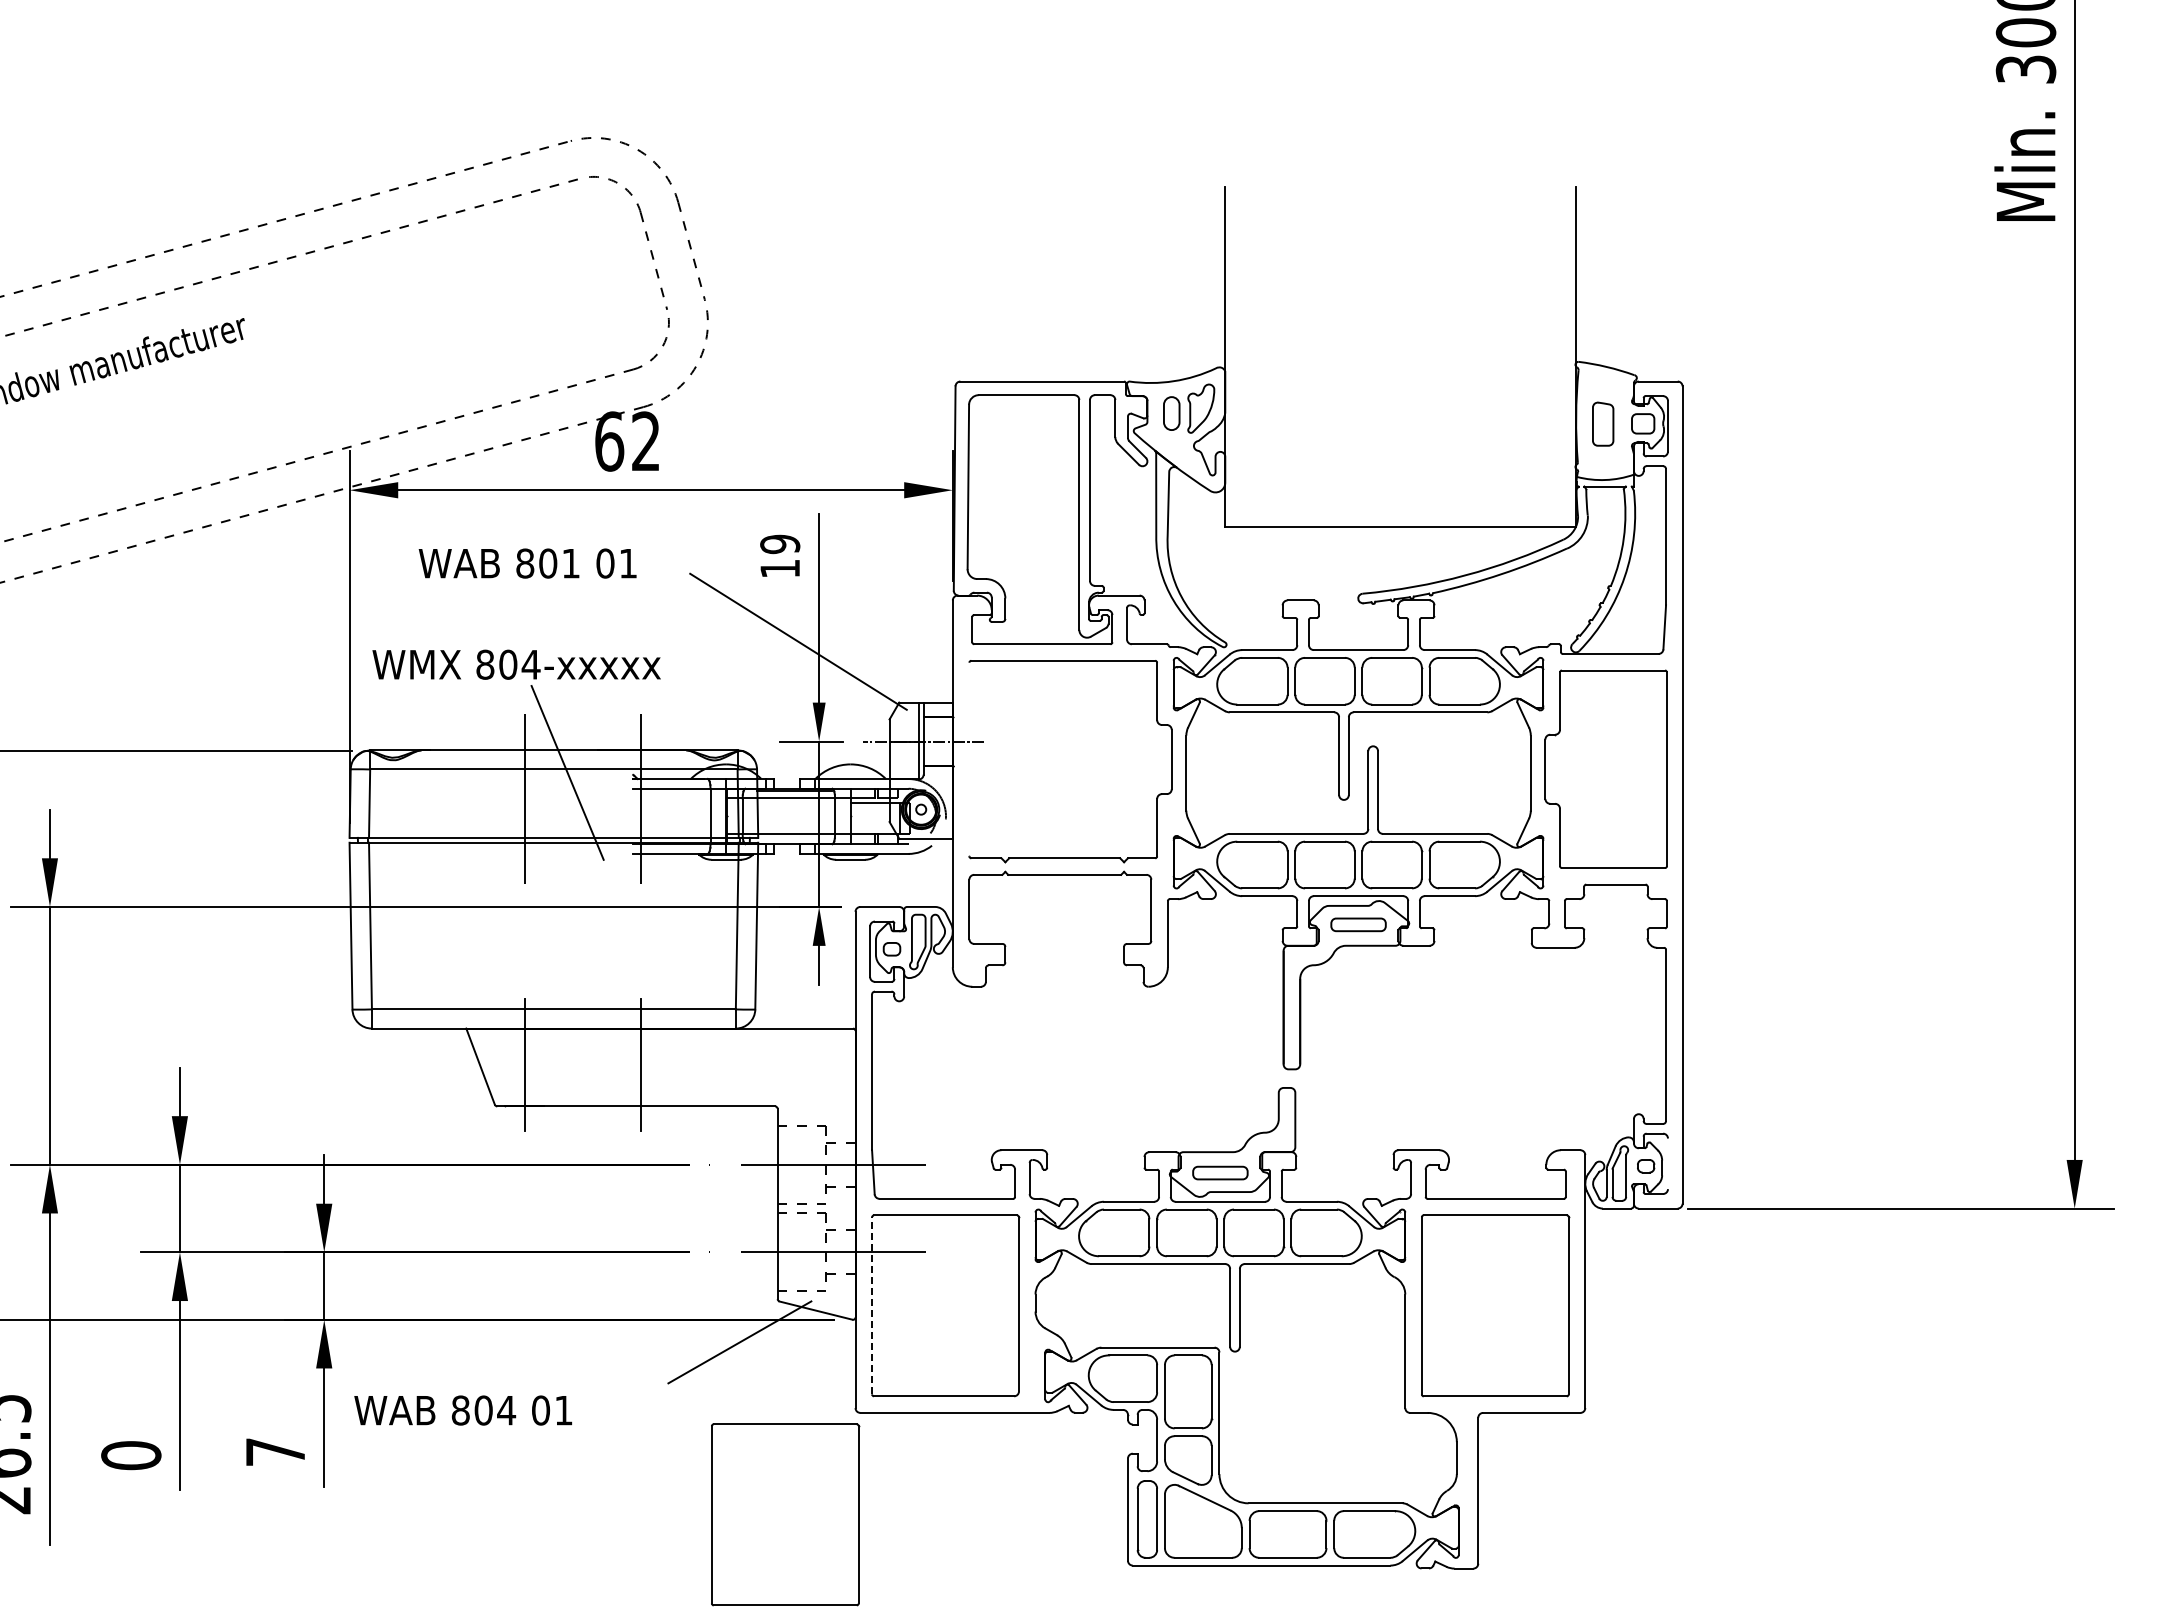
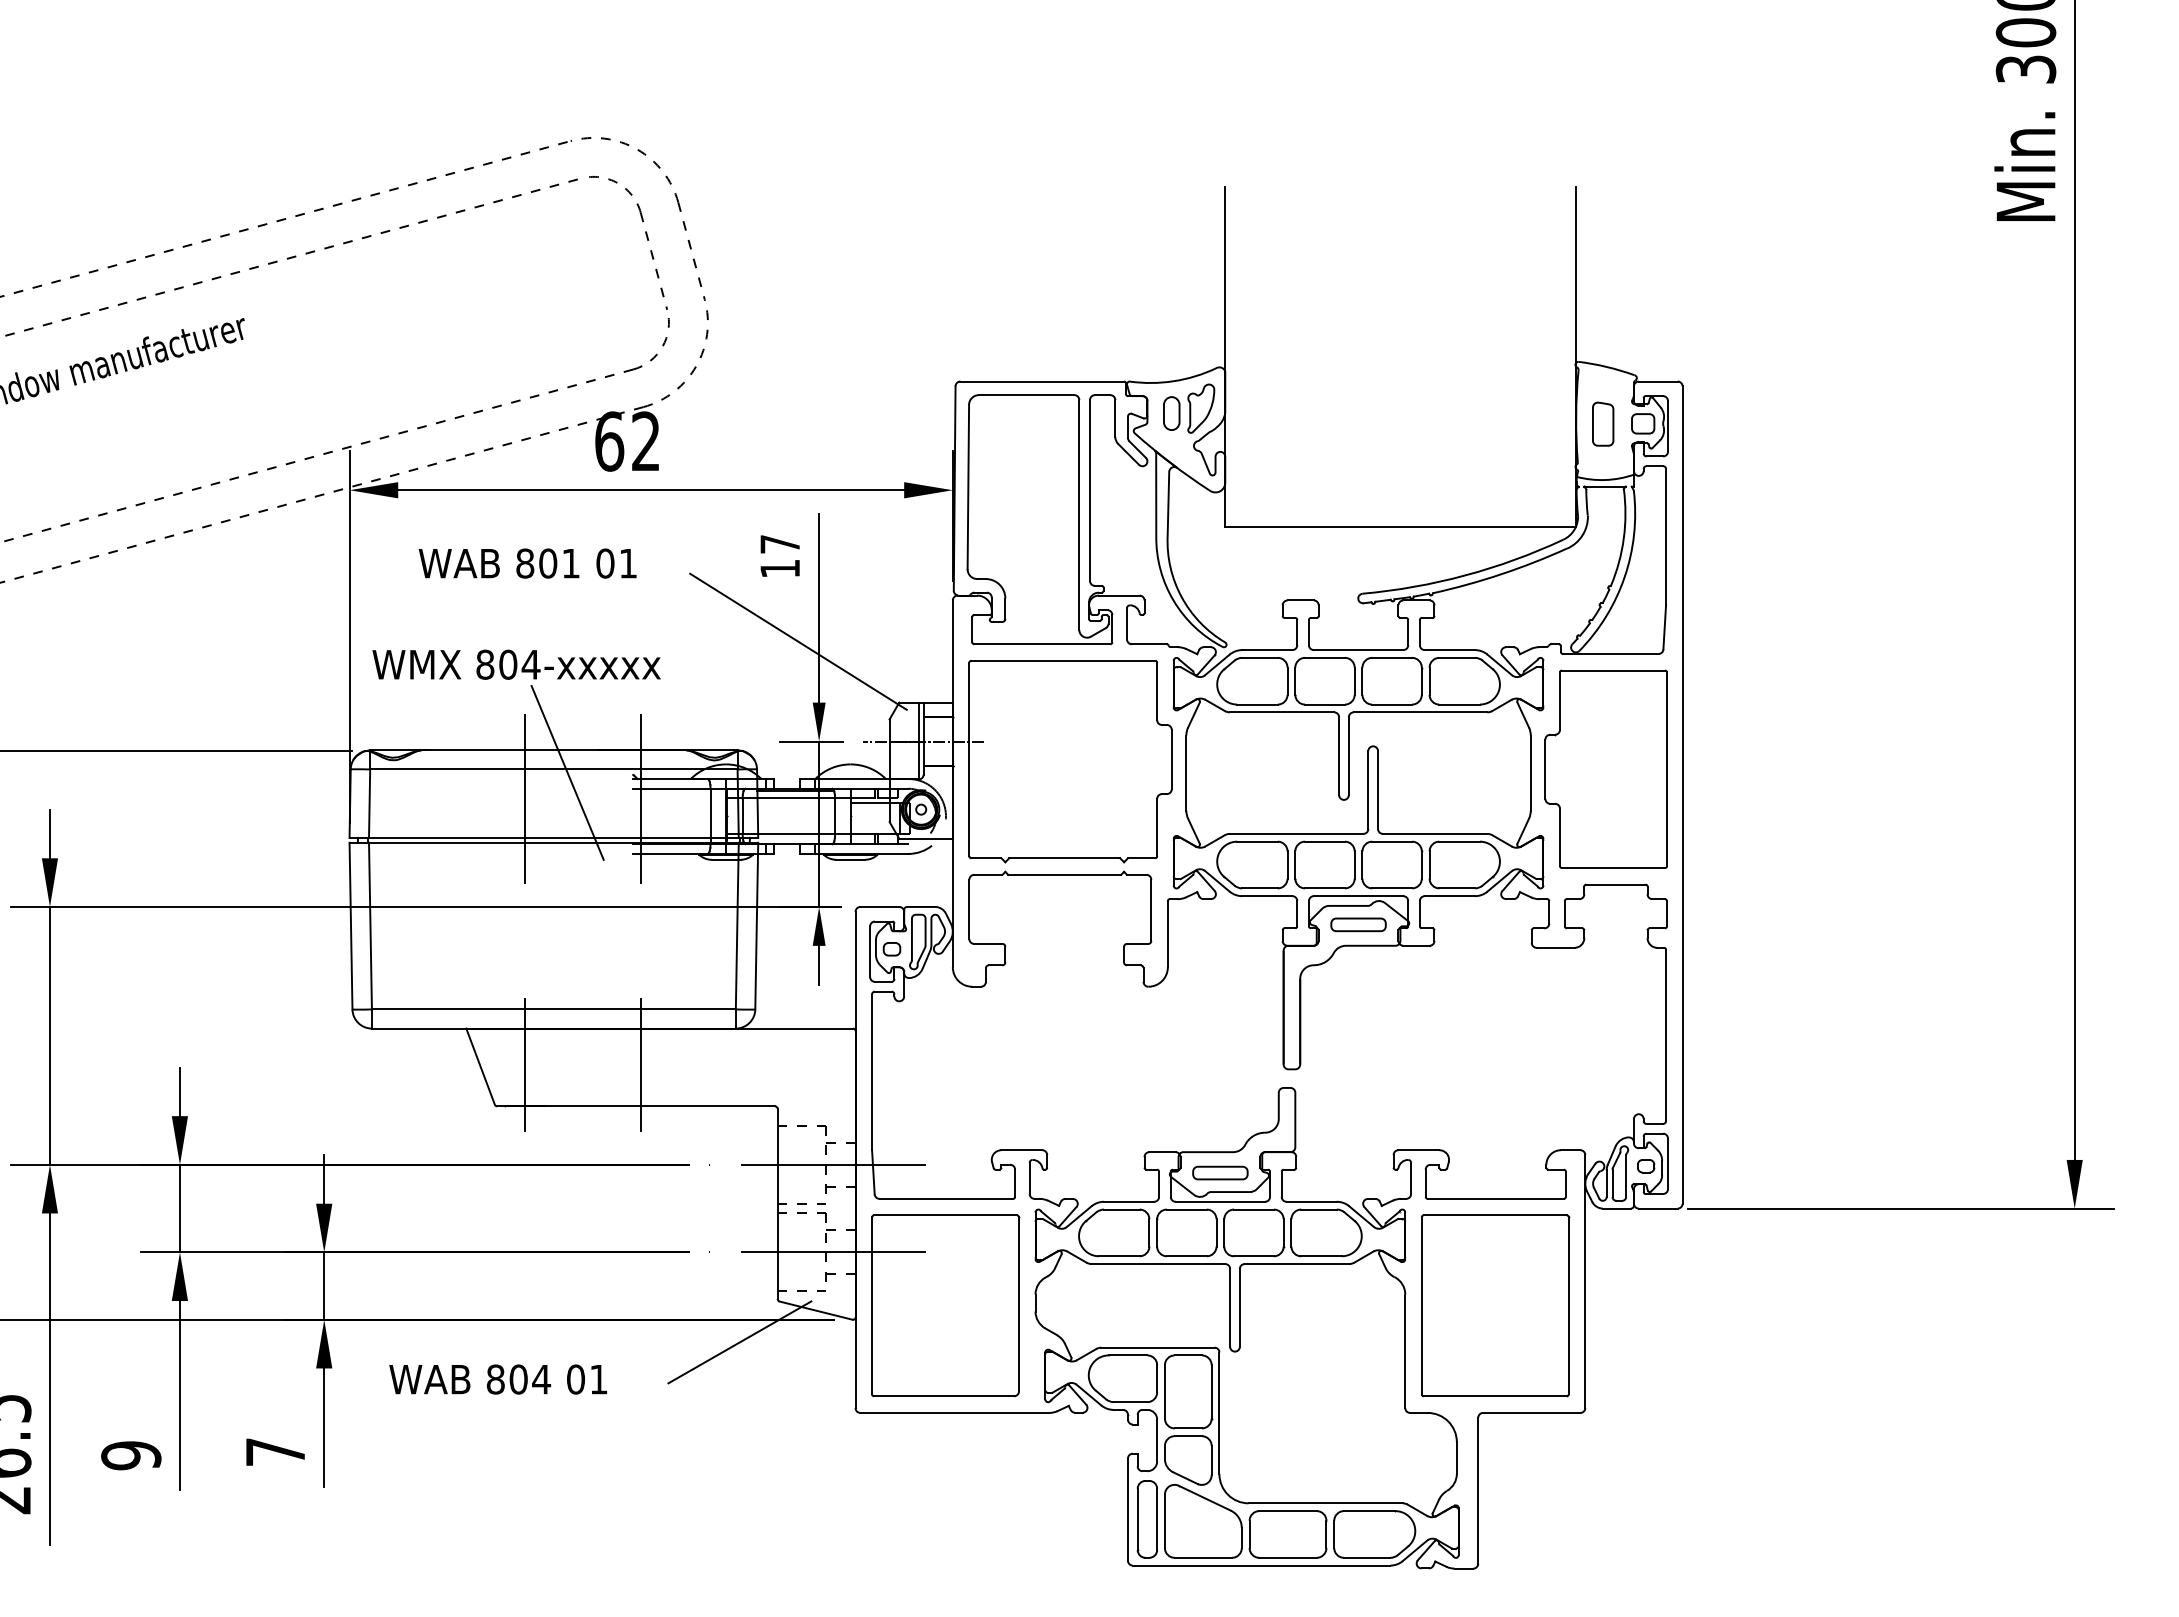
text at (780, 544): 19 -> 17
line at (969, 759): none -> present
line at (1667, 1163): none -> present
line at (872, 1305): dashed -> solid
text at (462, 1410) position: (462, 1410) -> (497, 1379)
text at (131, 1455): 0 -> 9
part at (785, 1514): present -> none
